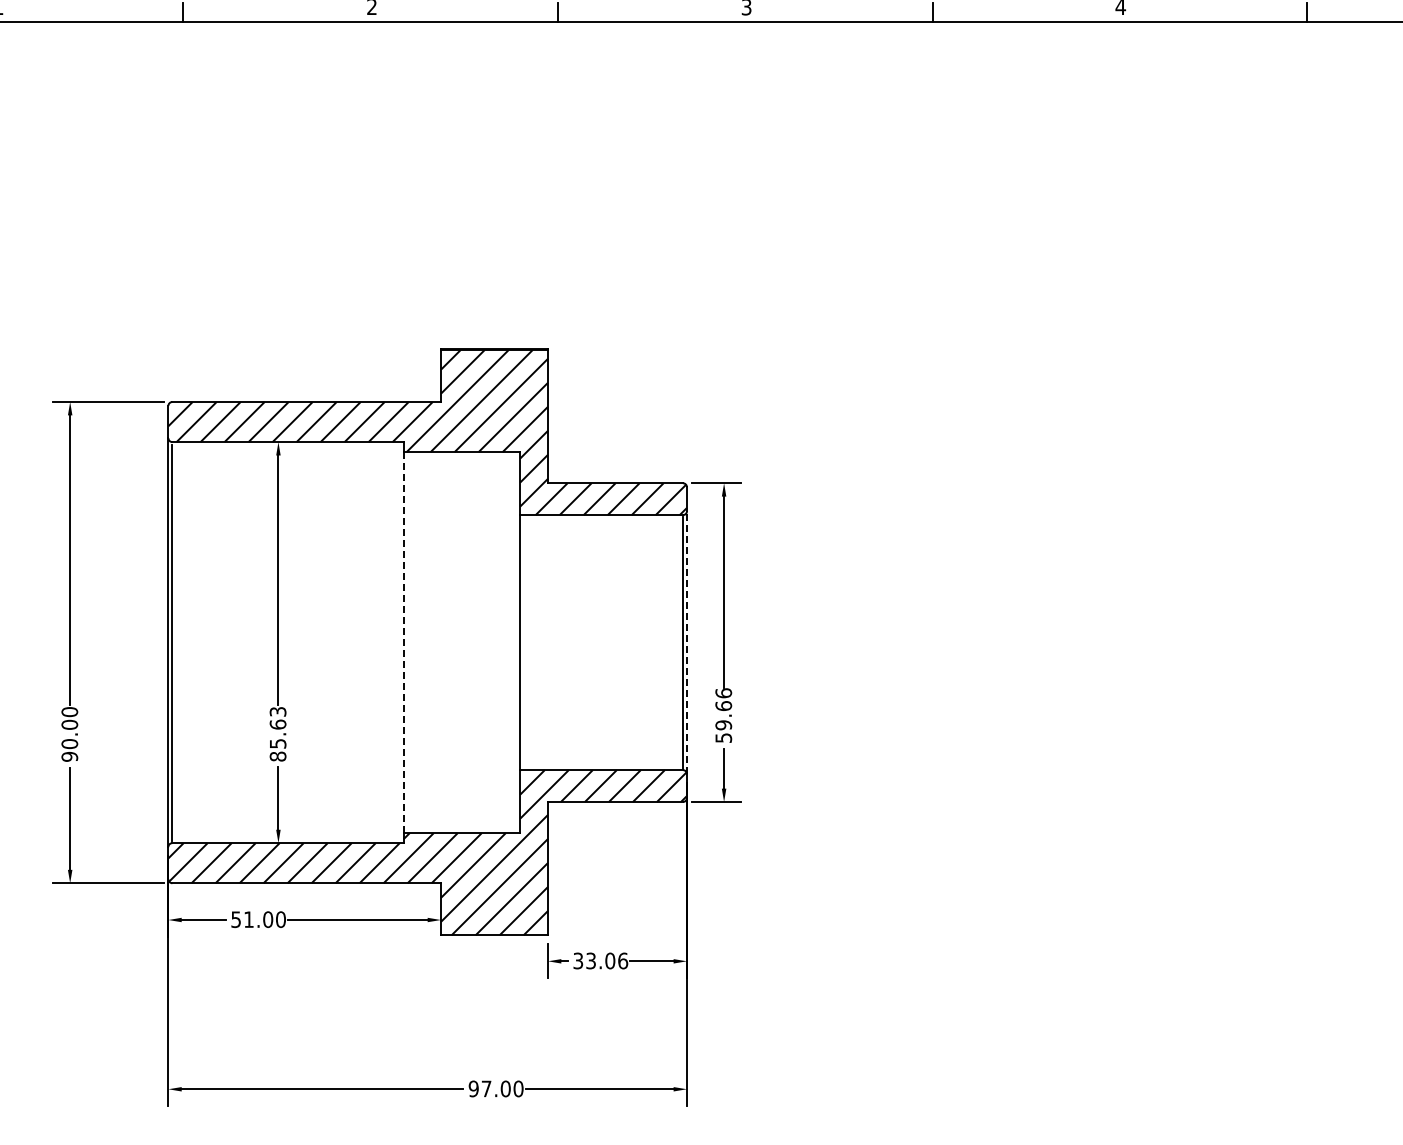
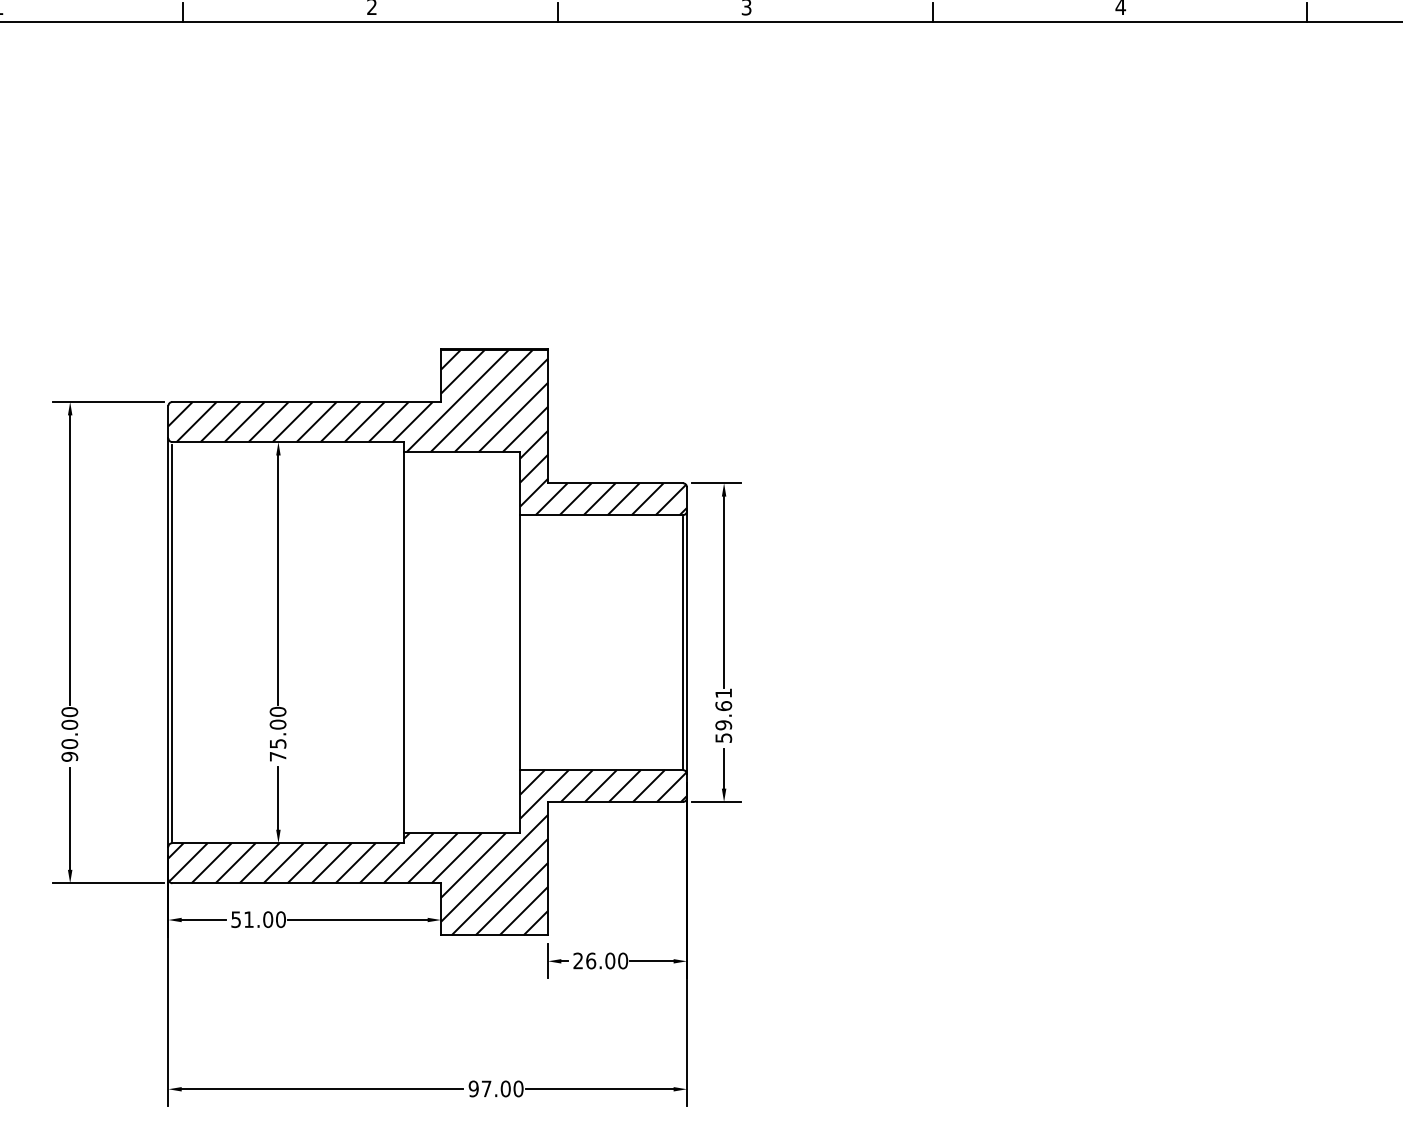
line at (687, 642): dashed -> solid
line at (403, 643): dashed -> solid
text at (723, 693): 59.66 -> 59.61
text at (277, 733): 85.63 -> 75.00
text at (600, 960): 33.06 -> 26.00
